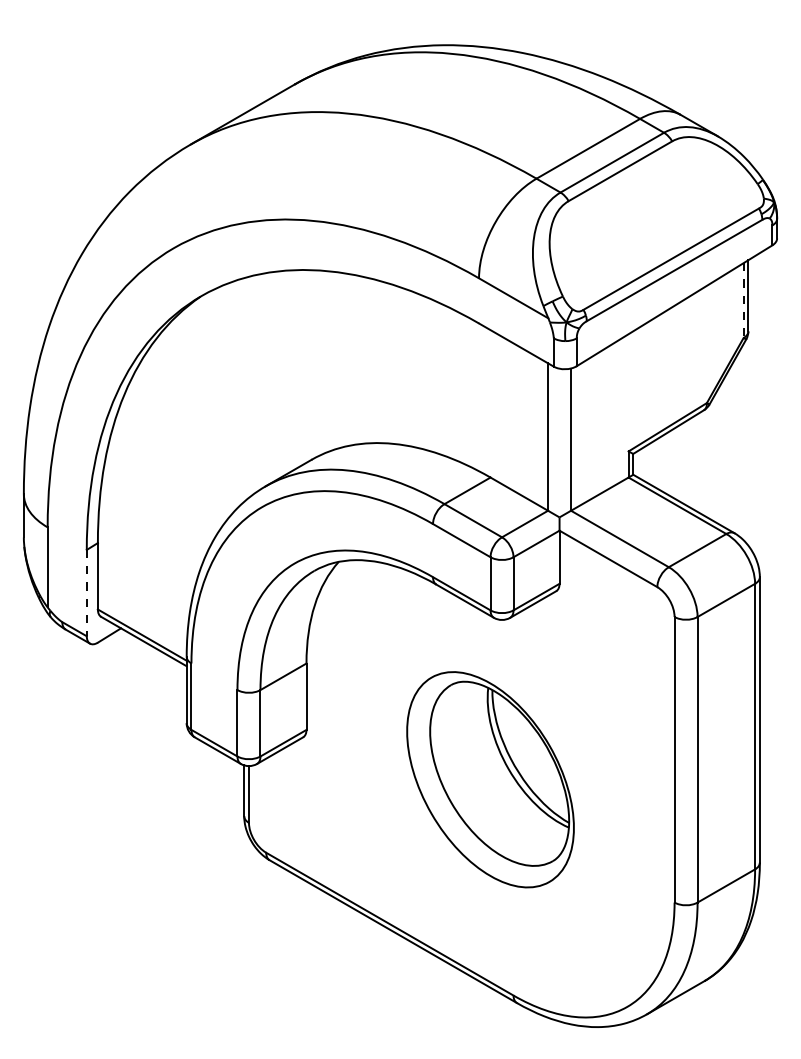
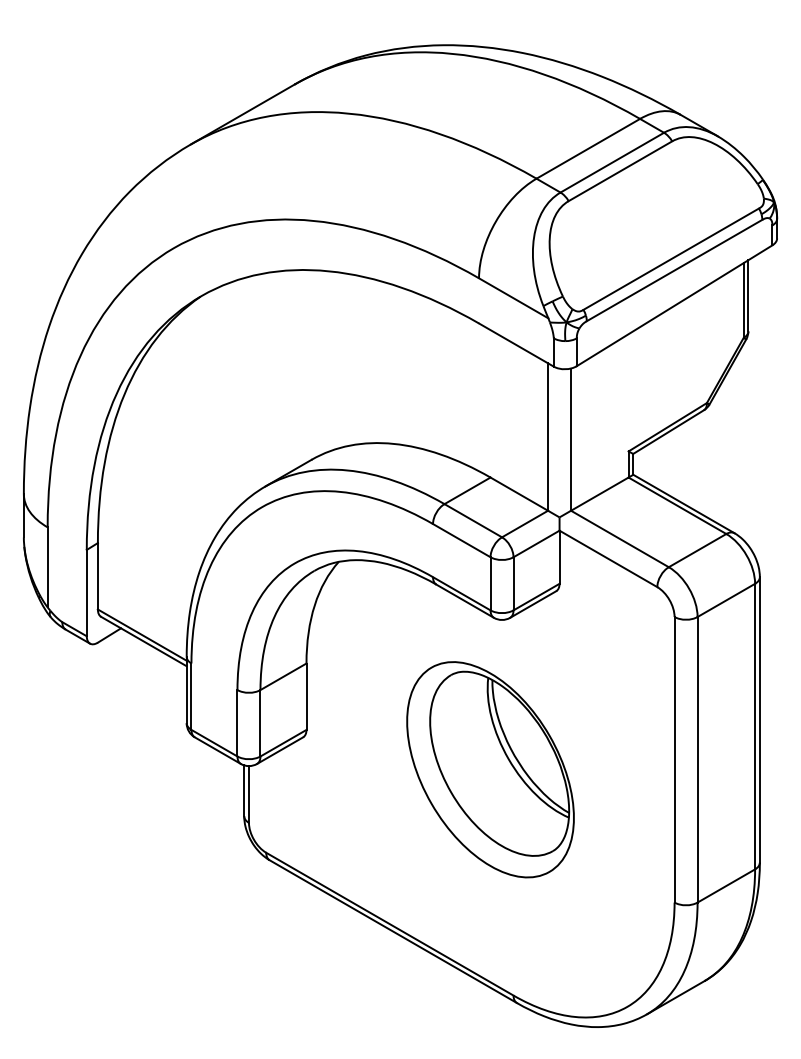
line at (743, 301): dashed -> solid
line at (86, 593): dashed -> solid
part at (490, 779) position: (490, 779) -> (490, 769)
